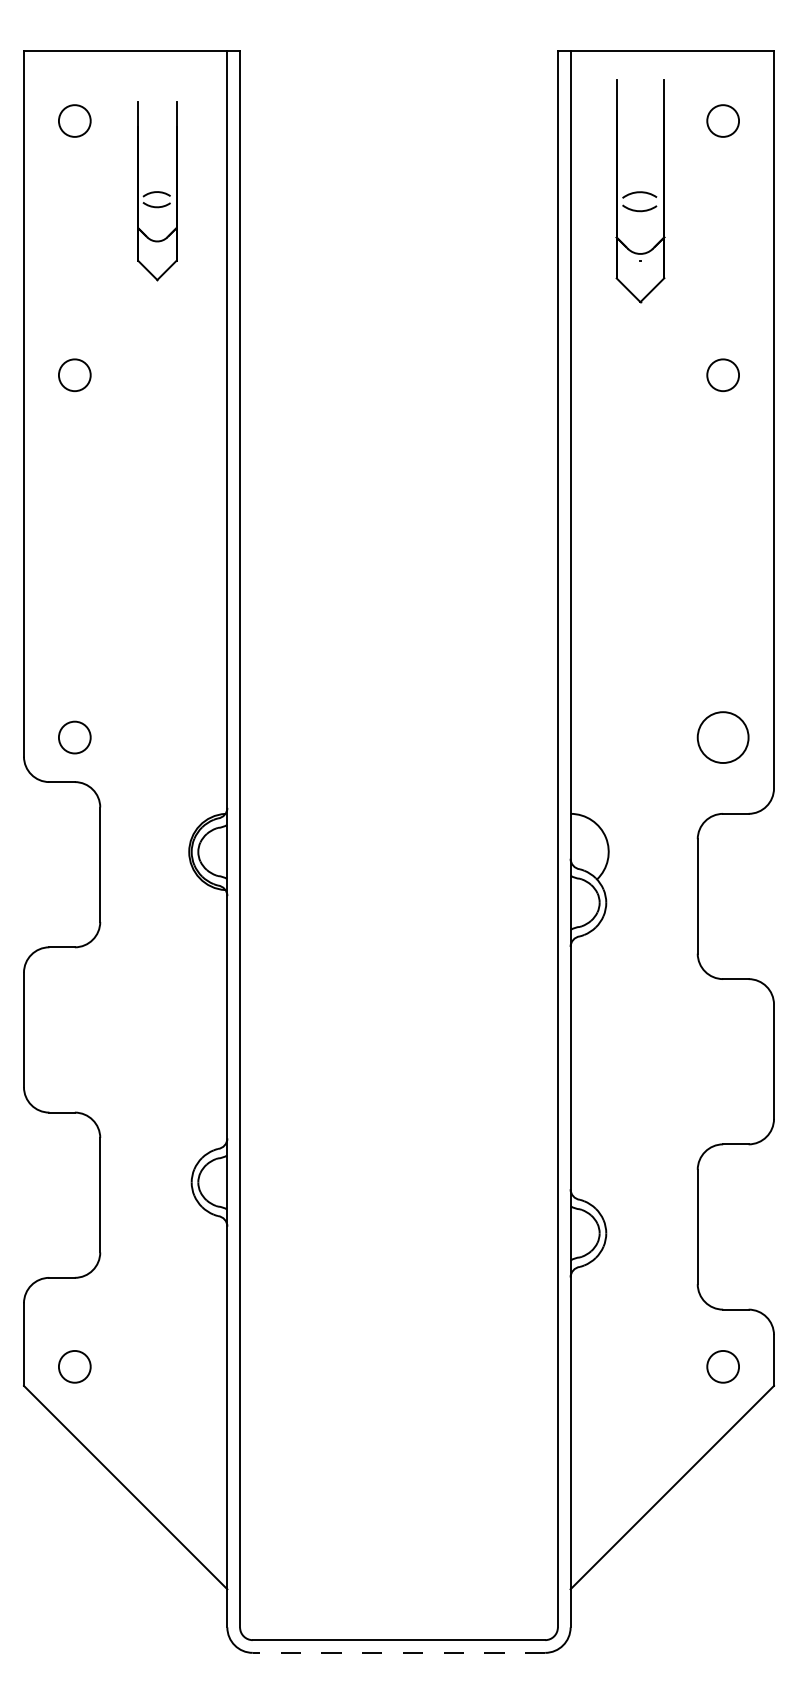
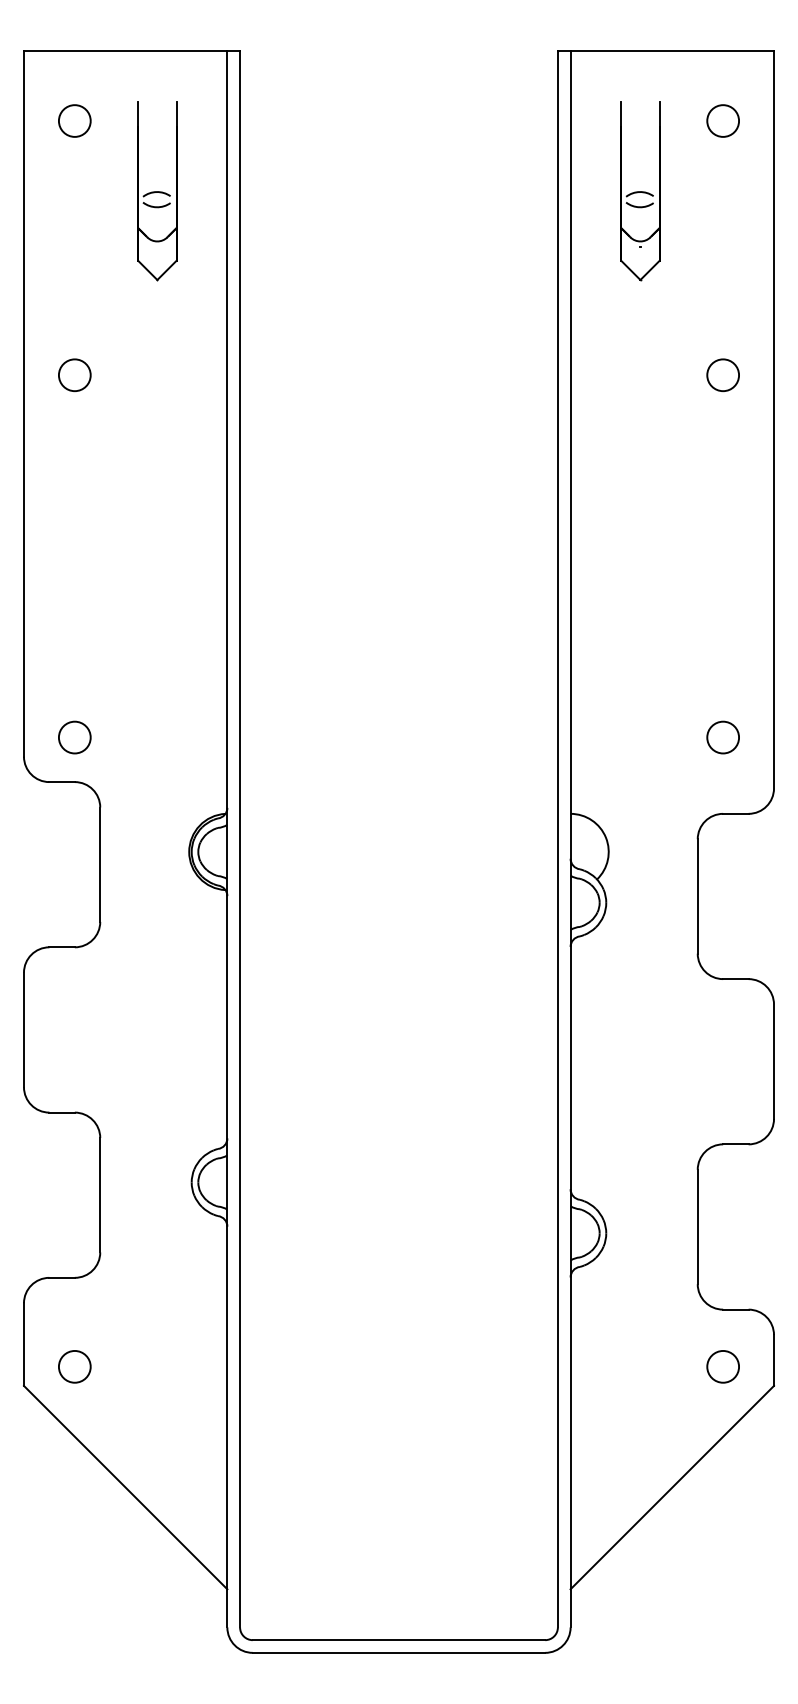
part at (640, 191) size: 51x225 px -> 41x181 px
circle at (722, 737) diameter: 51 px -> 32 px
line at (398, 1652): dashed -> solid
